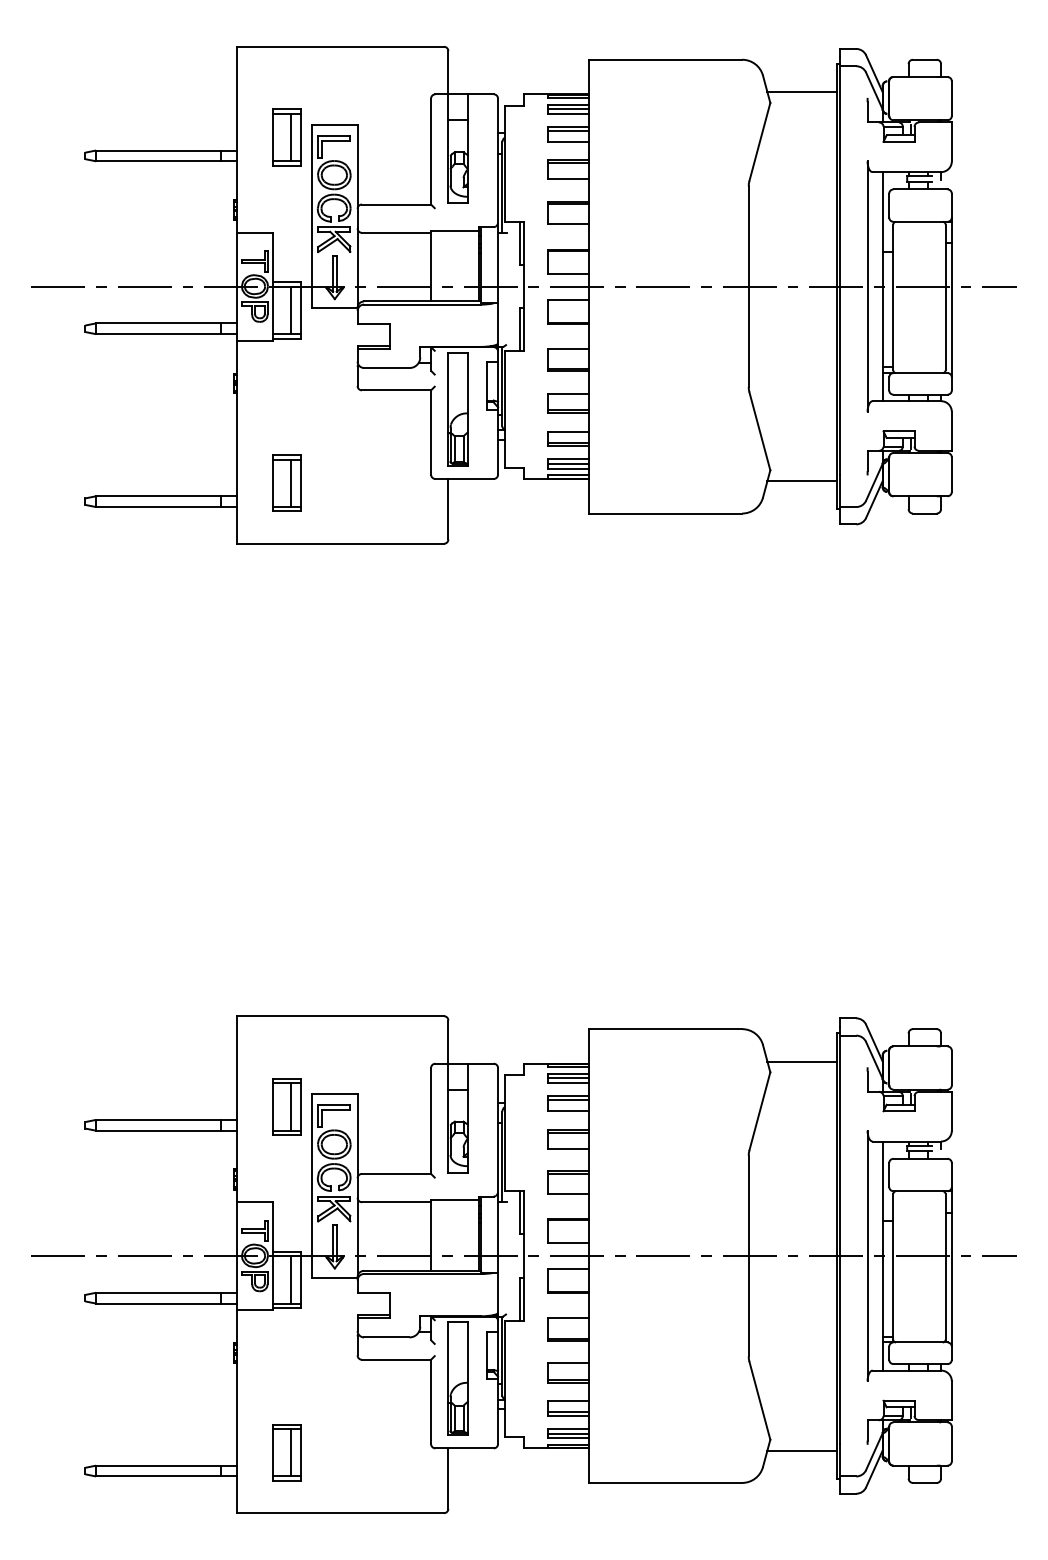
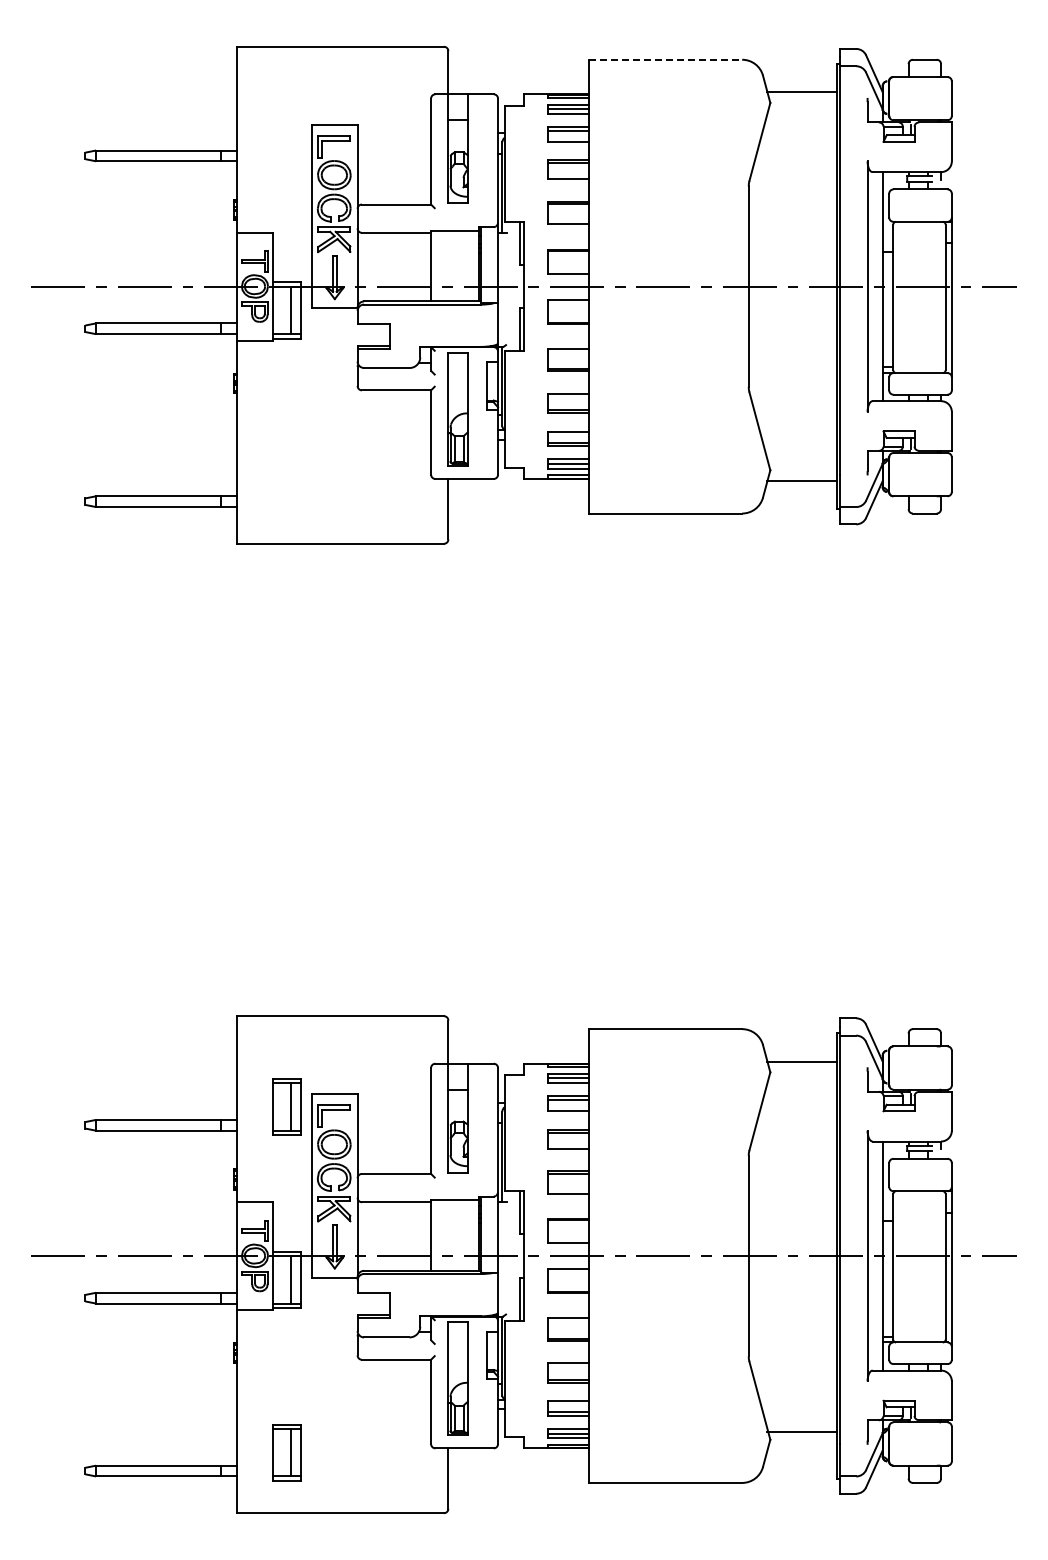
line at (665, 59): solid -> dashed
part at (286, 137): present -> none
part at (286, 482): present -> none
line at (802, 1450) position: (802, 1450) -> (802, 1431)
